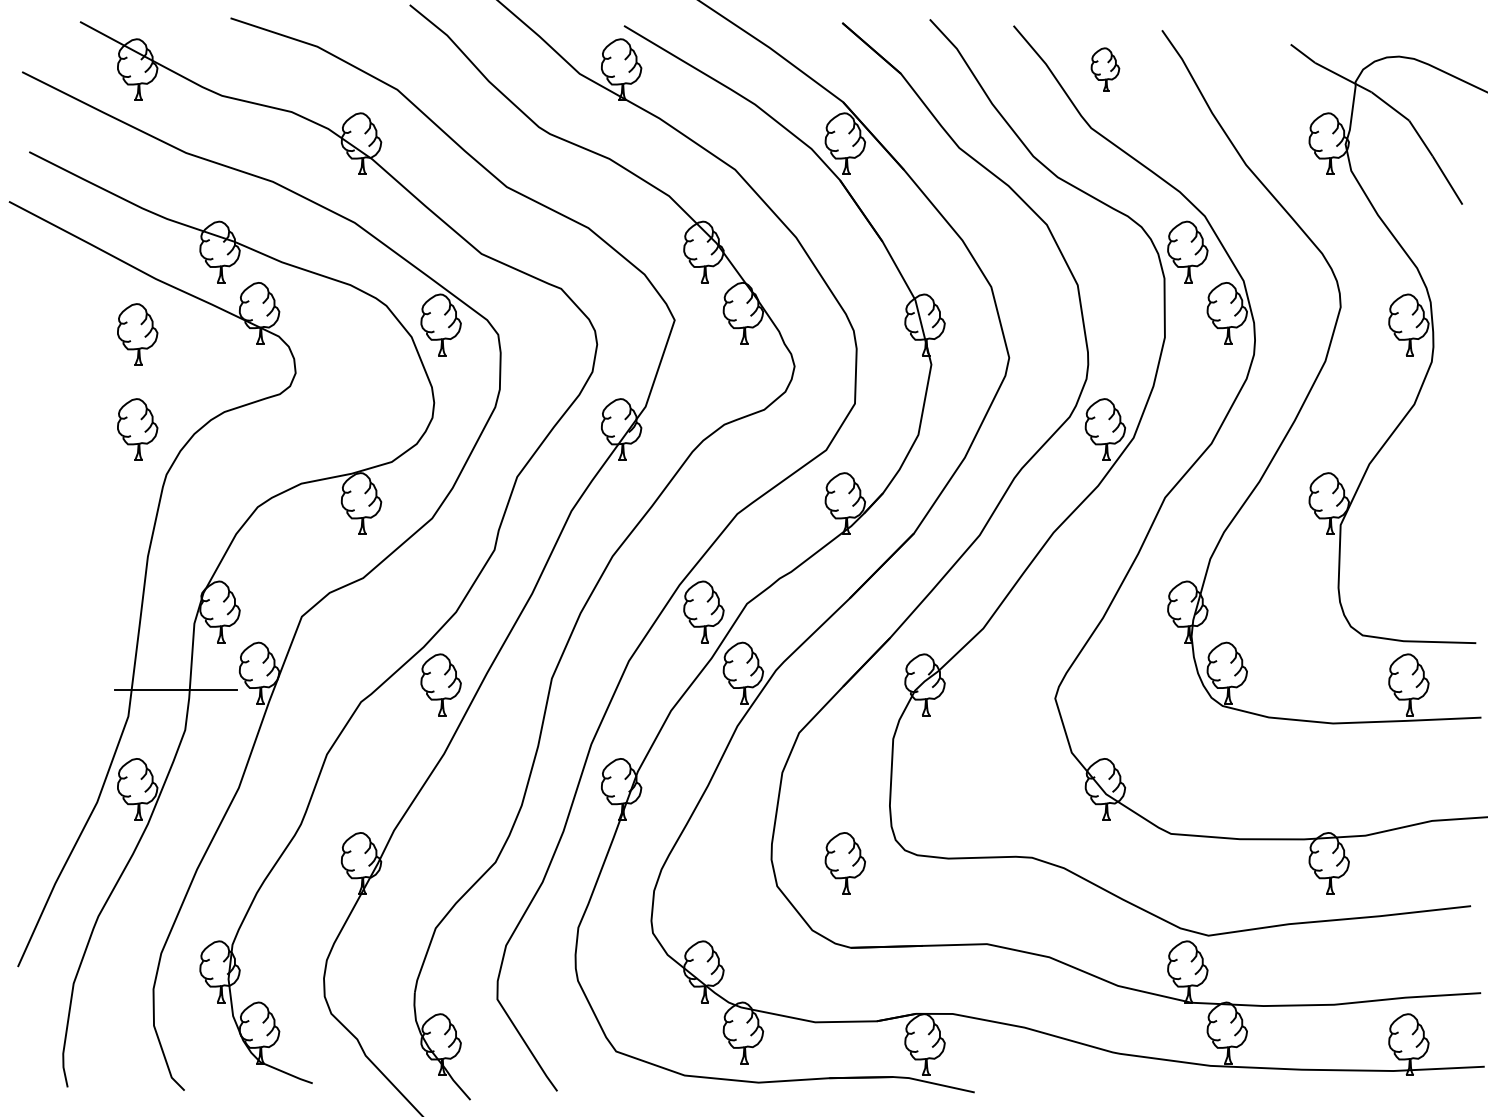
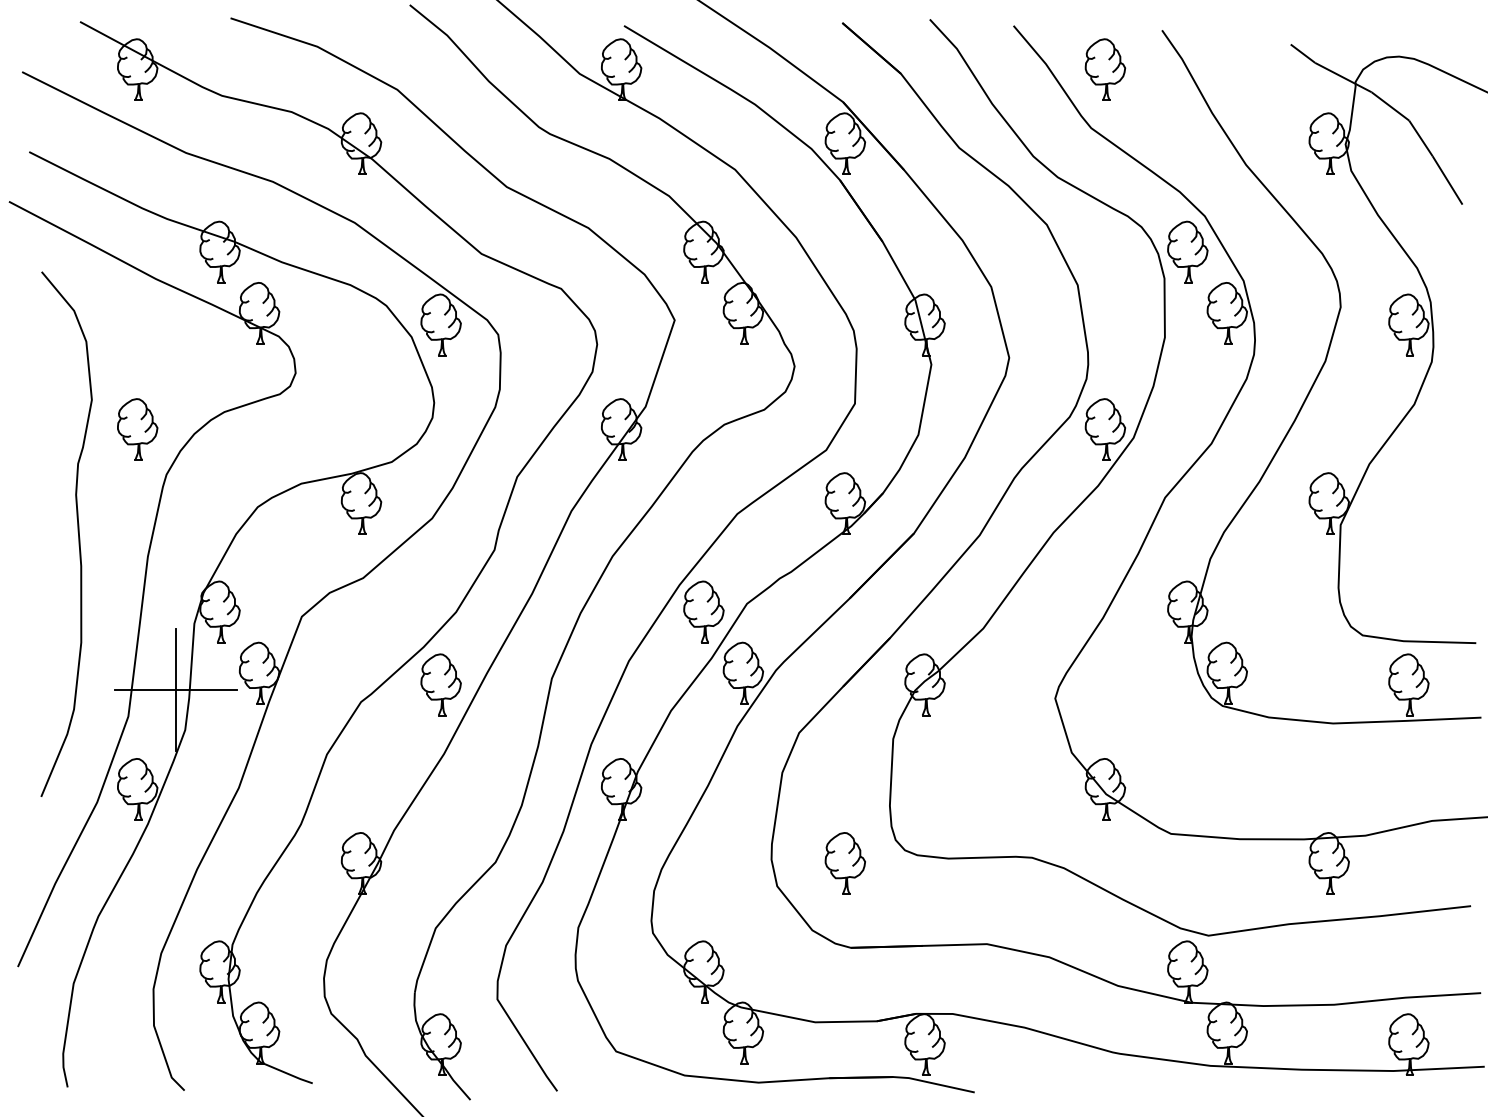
part at (1105, 69) size: 31x45 px -> 43x63 px
part at (137, 334): present -> none
curve at (77, 532): none -> present
line at (176, 689): none -> present
